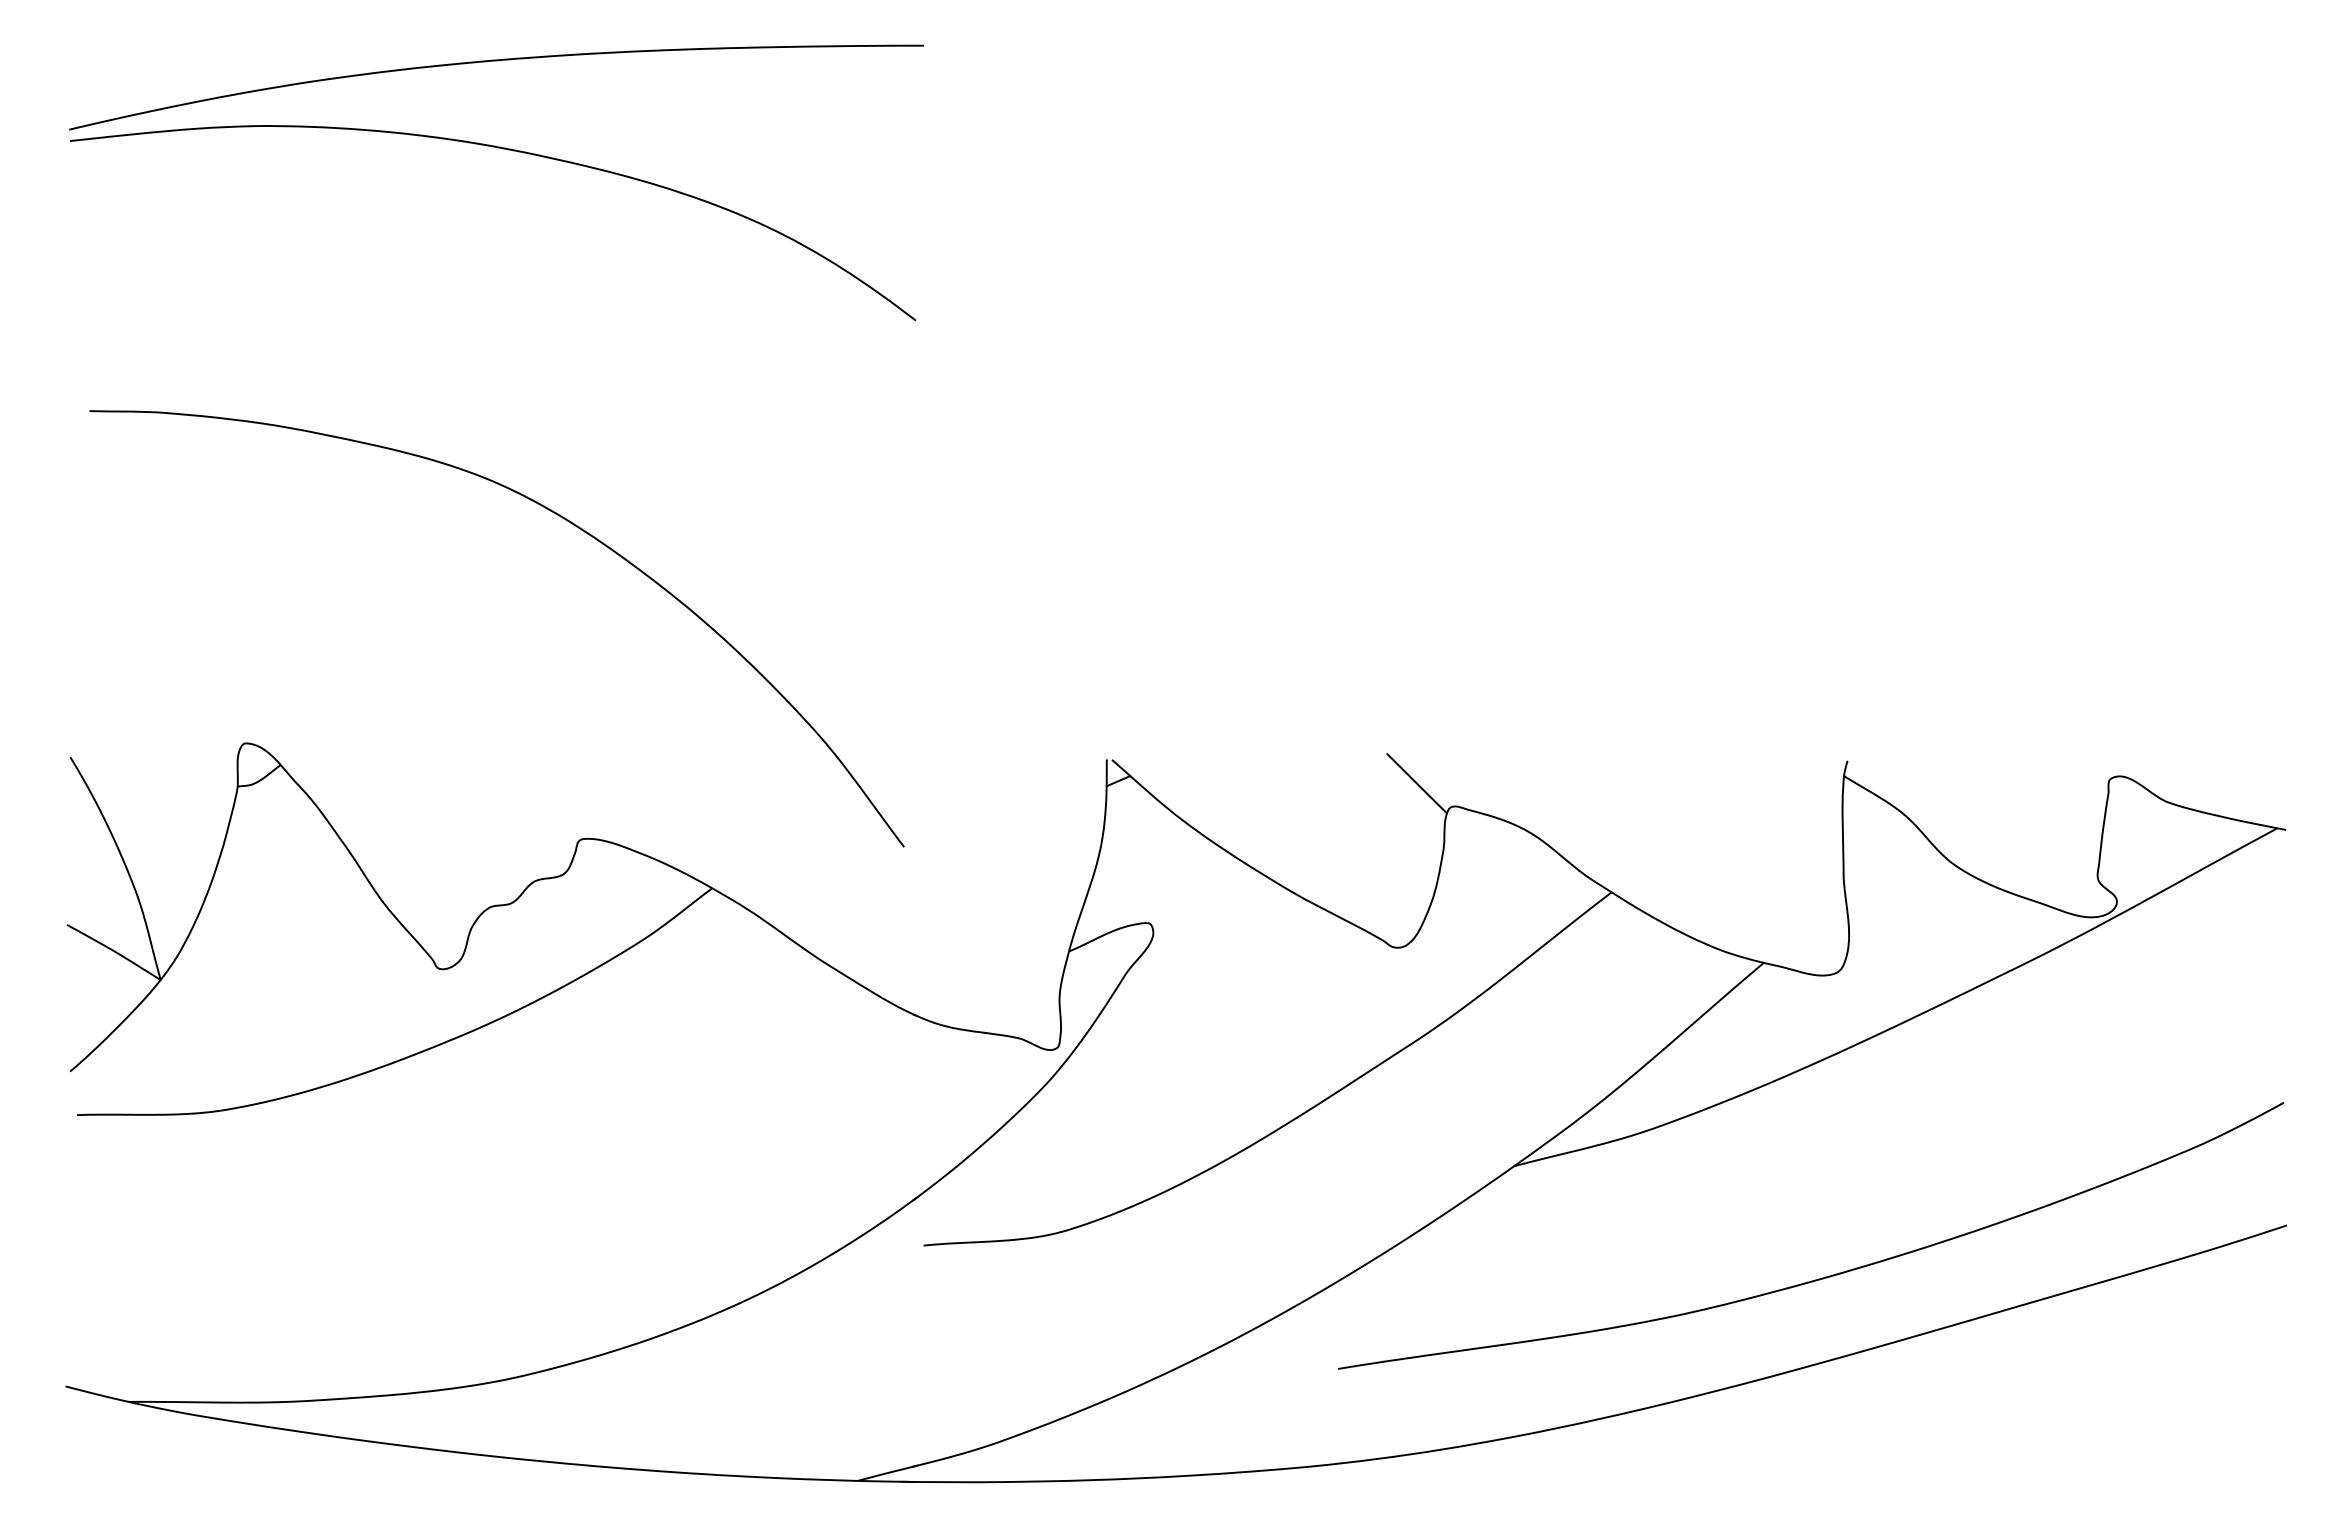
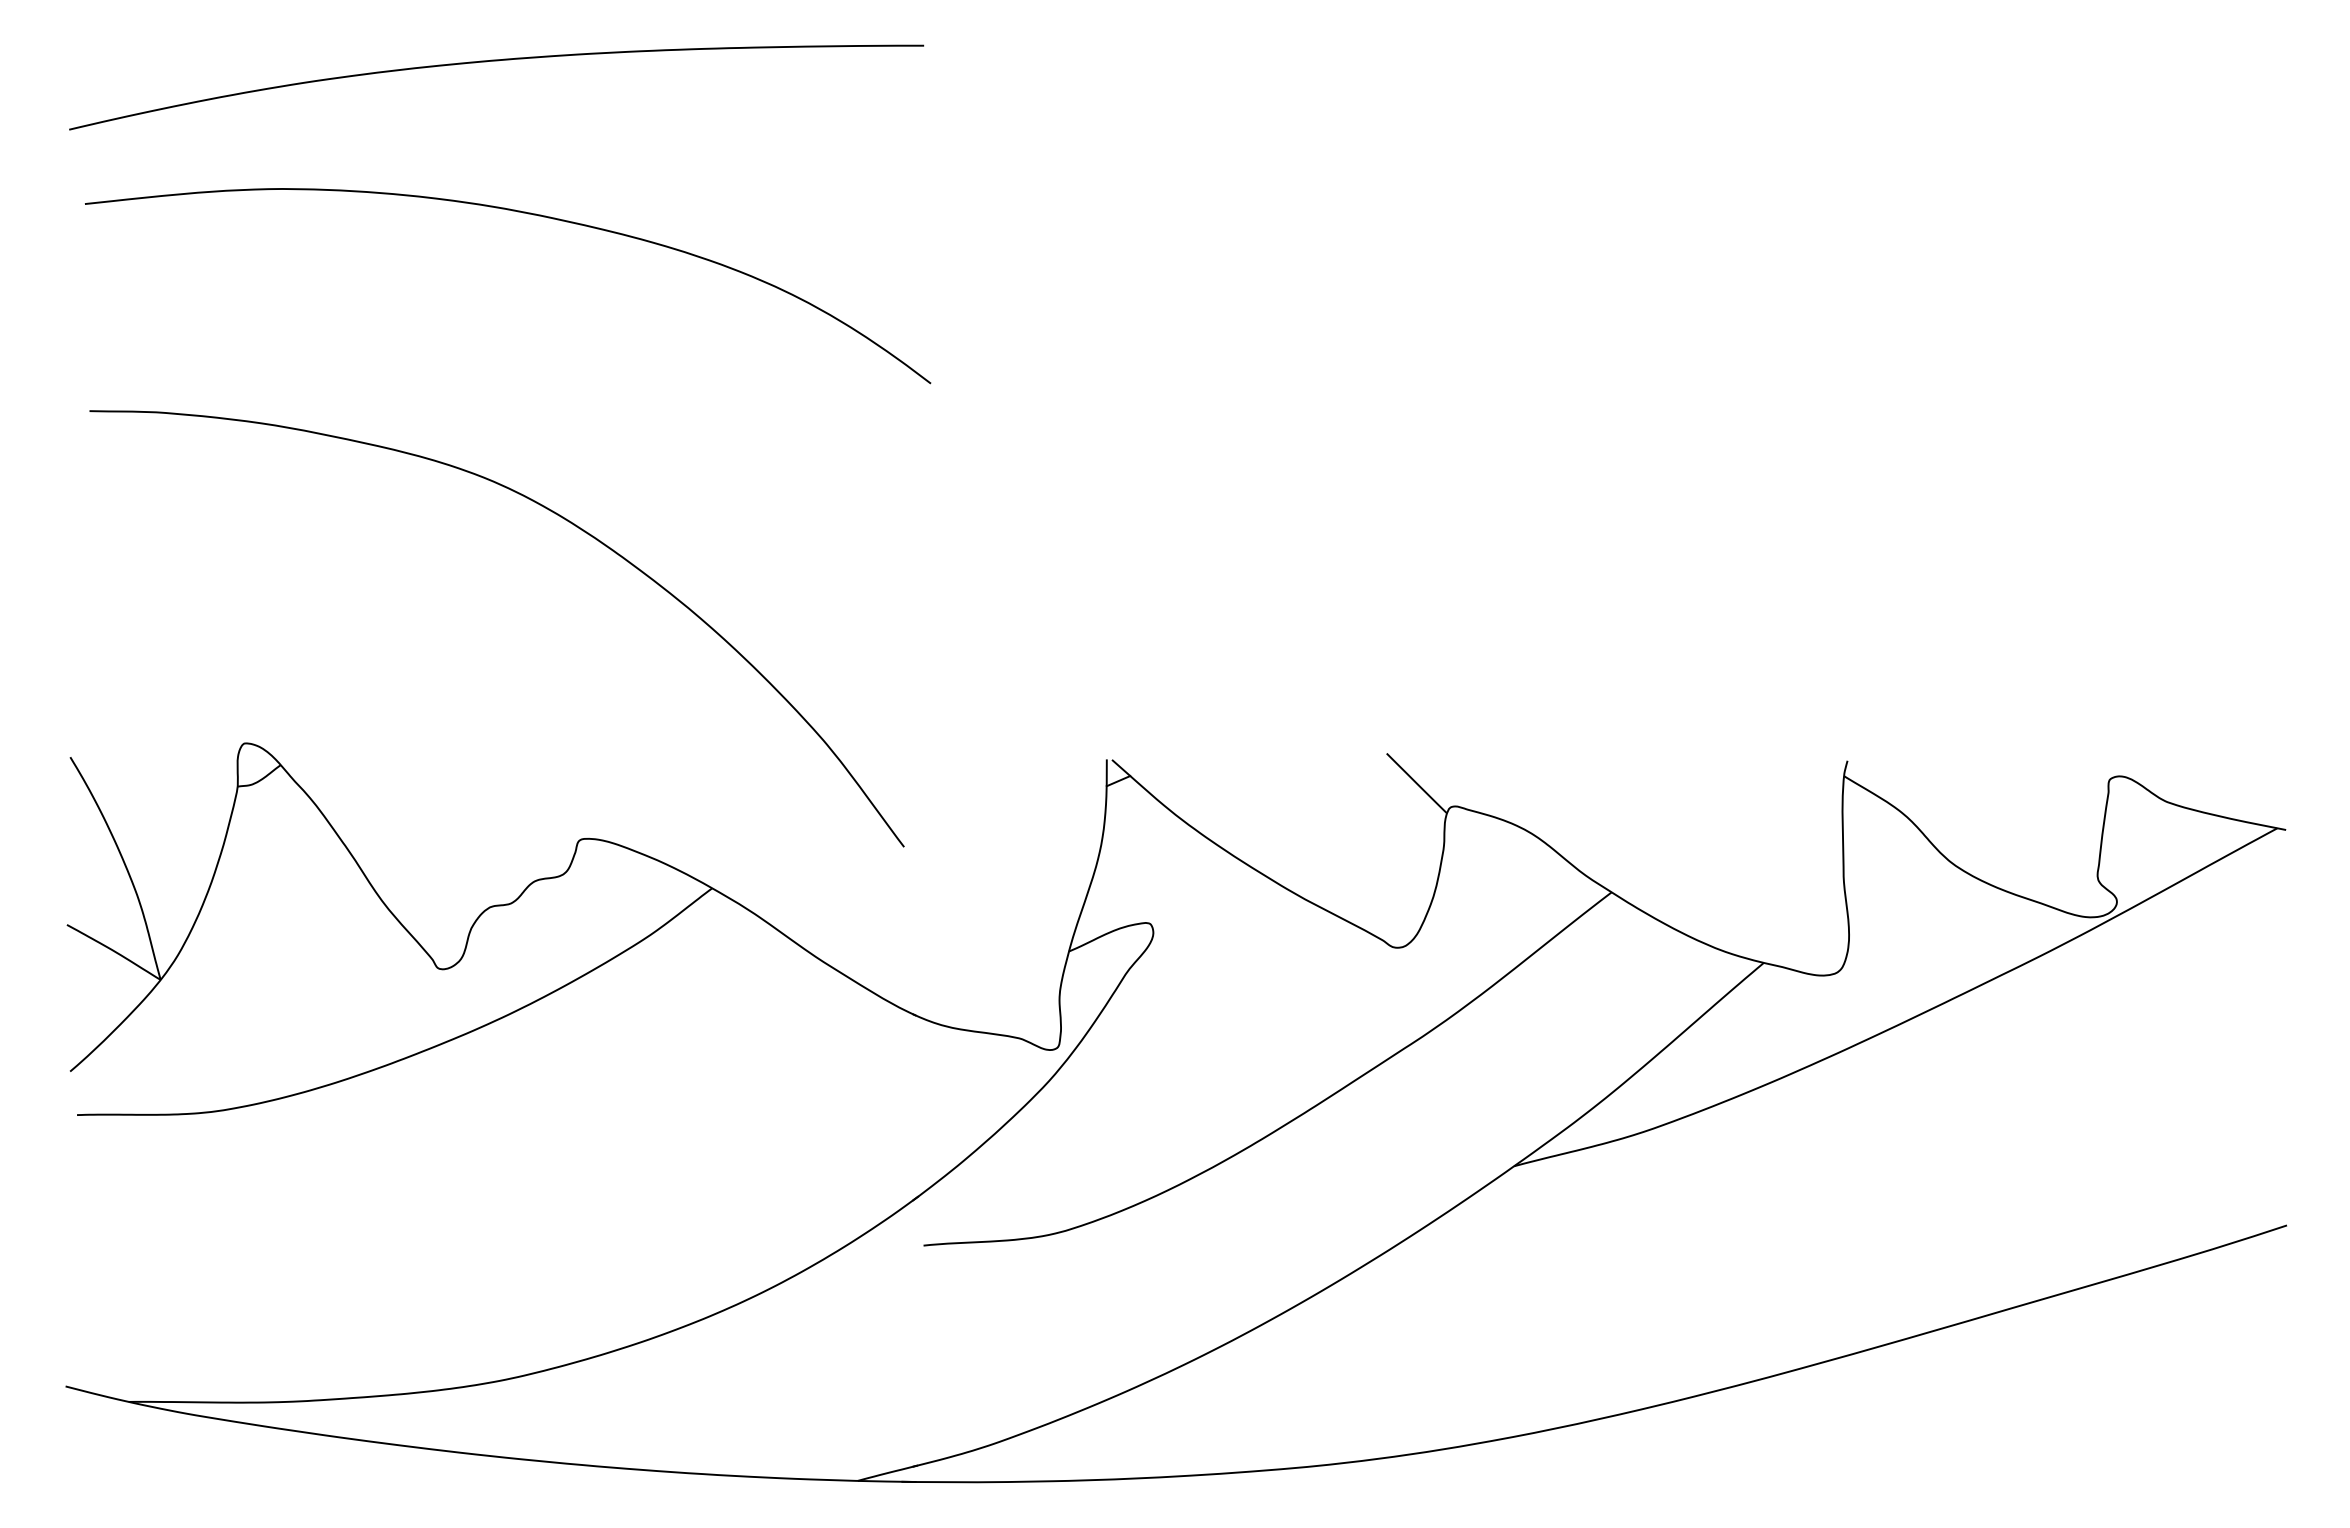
curve at (508, 150) position: (508, 150) -> (523, 213)
curve at (1821, 1277): present -> none
